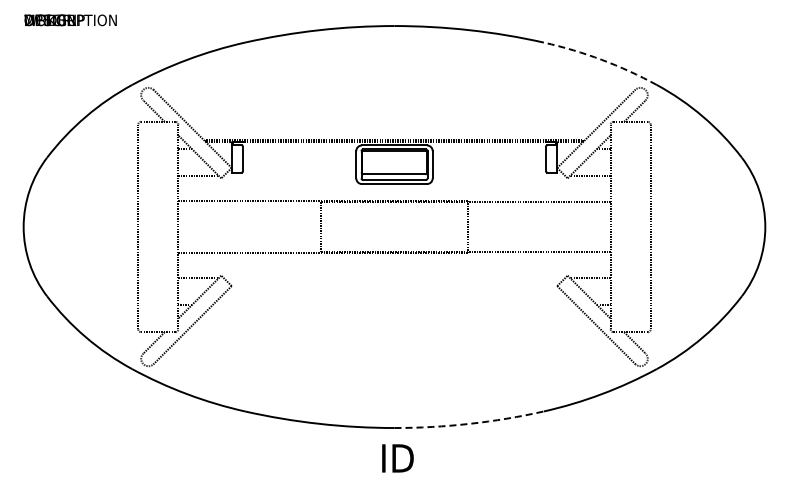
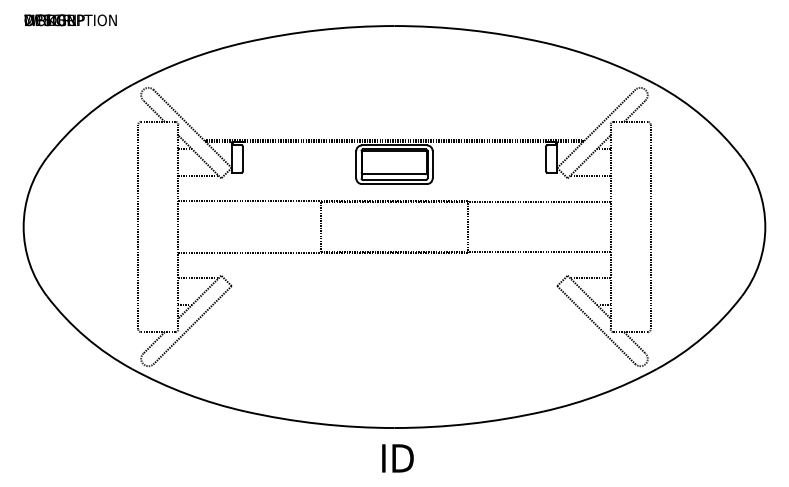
arc at (601, 59): dashed -> solid
arc at (469, 423): dashed -> solid
